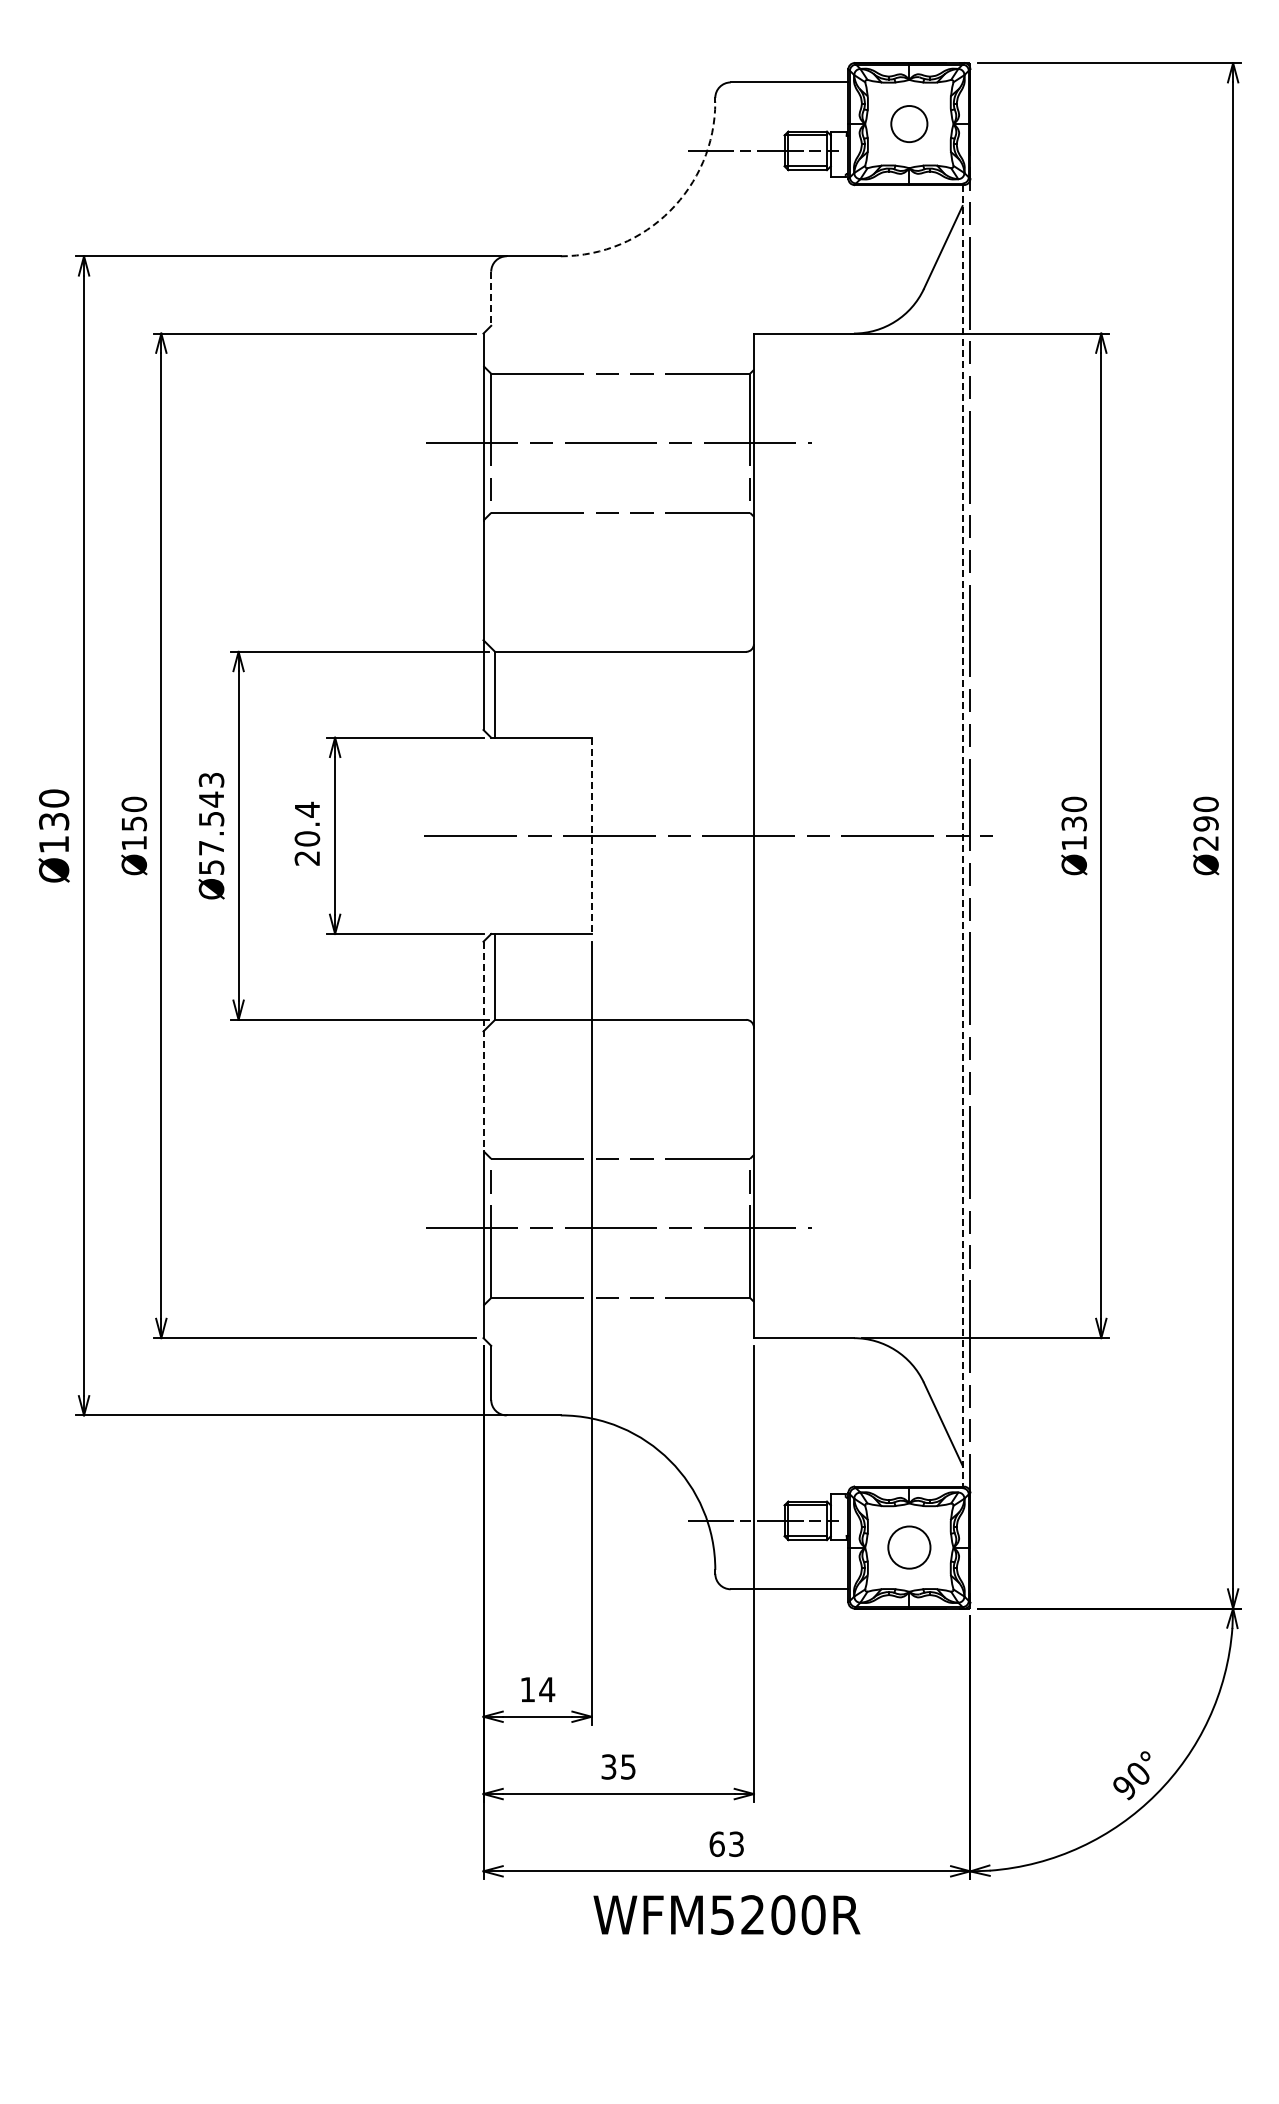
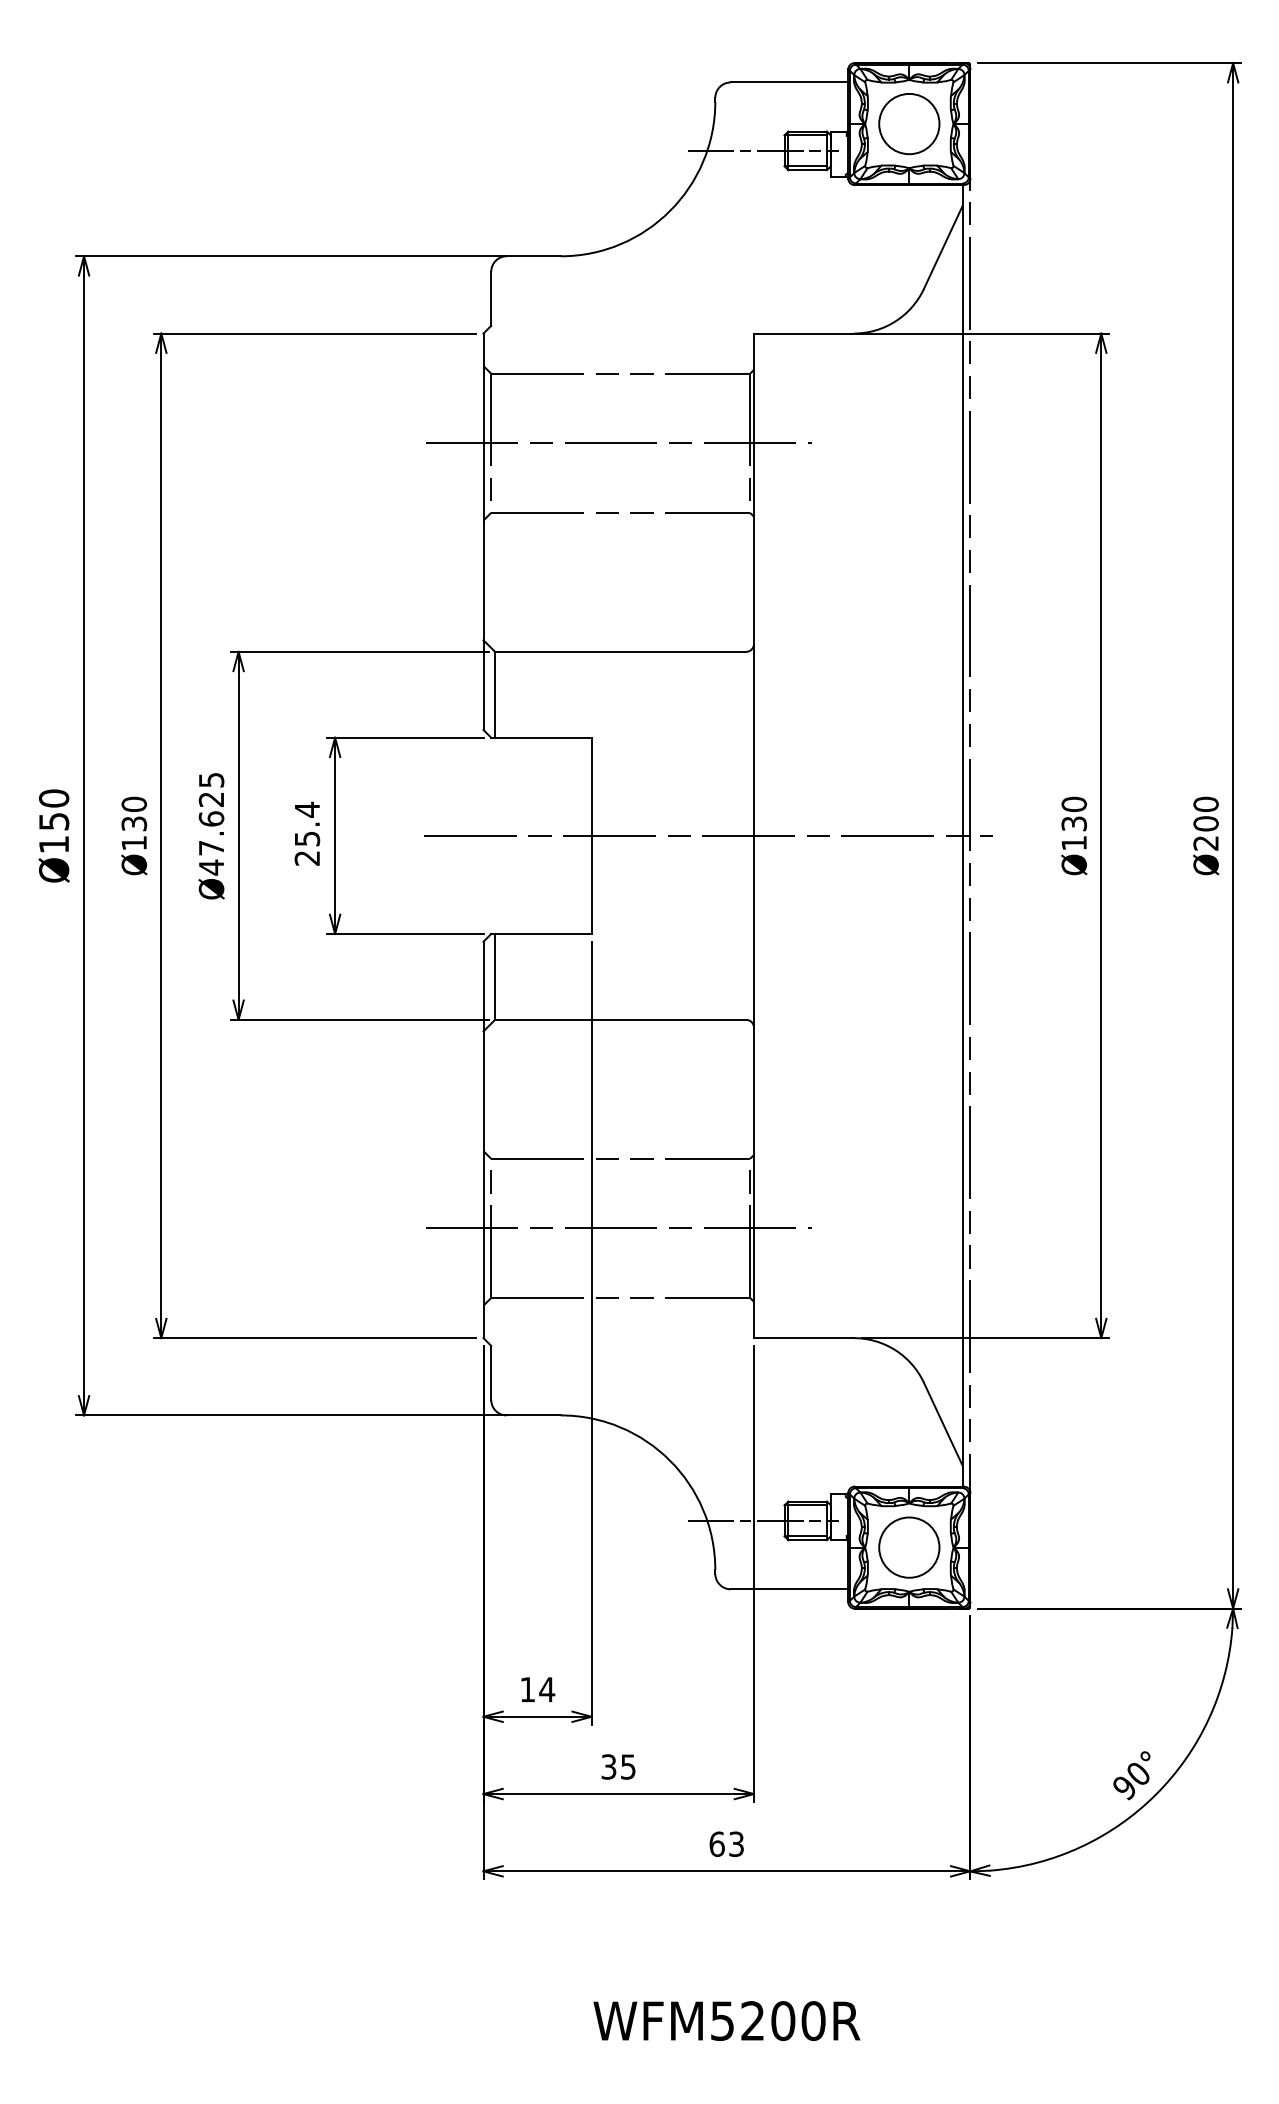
circle at (909, 124) diameter: 36 px -> 60 px
arc at (670, 211): dashed -> solid
line at (491, 299): dashed -> solid
text at (53, 821): Ø130 -> Ø150
text at (133, 823): Ø150 -> Ø130
text at (1205, 823): Ø290 -> Ø200
text at (211, 824): Ø57.543 -> Ø47.625
line at (962, 835): dashed -> solid
line at (591, 836): dashed -> solid
text at (307, 838): 20.4 -> 25.4
line at (483, 1046): dashed -> solid
circle at (909, 1547) size: 45x45 px -> 63x63 px
text at (726, 1914) position: (726, 1914) -> (726, 2020)
